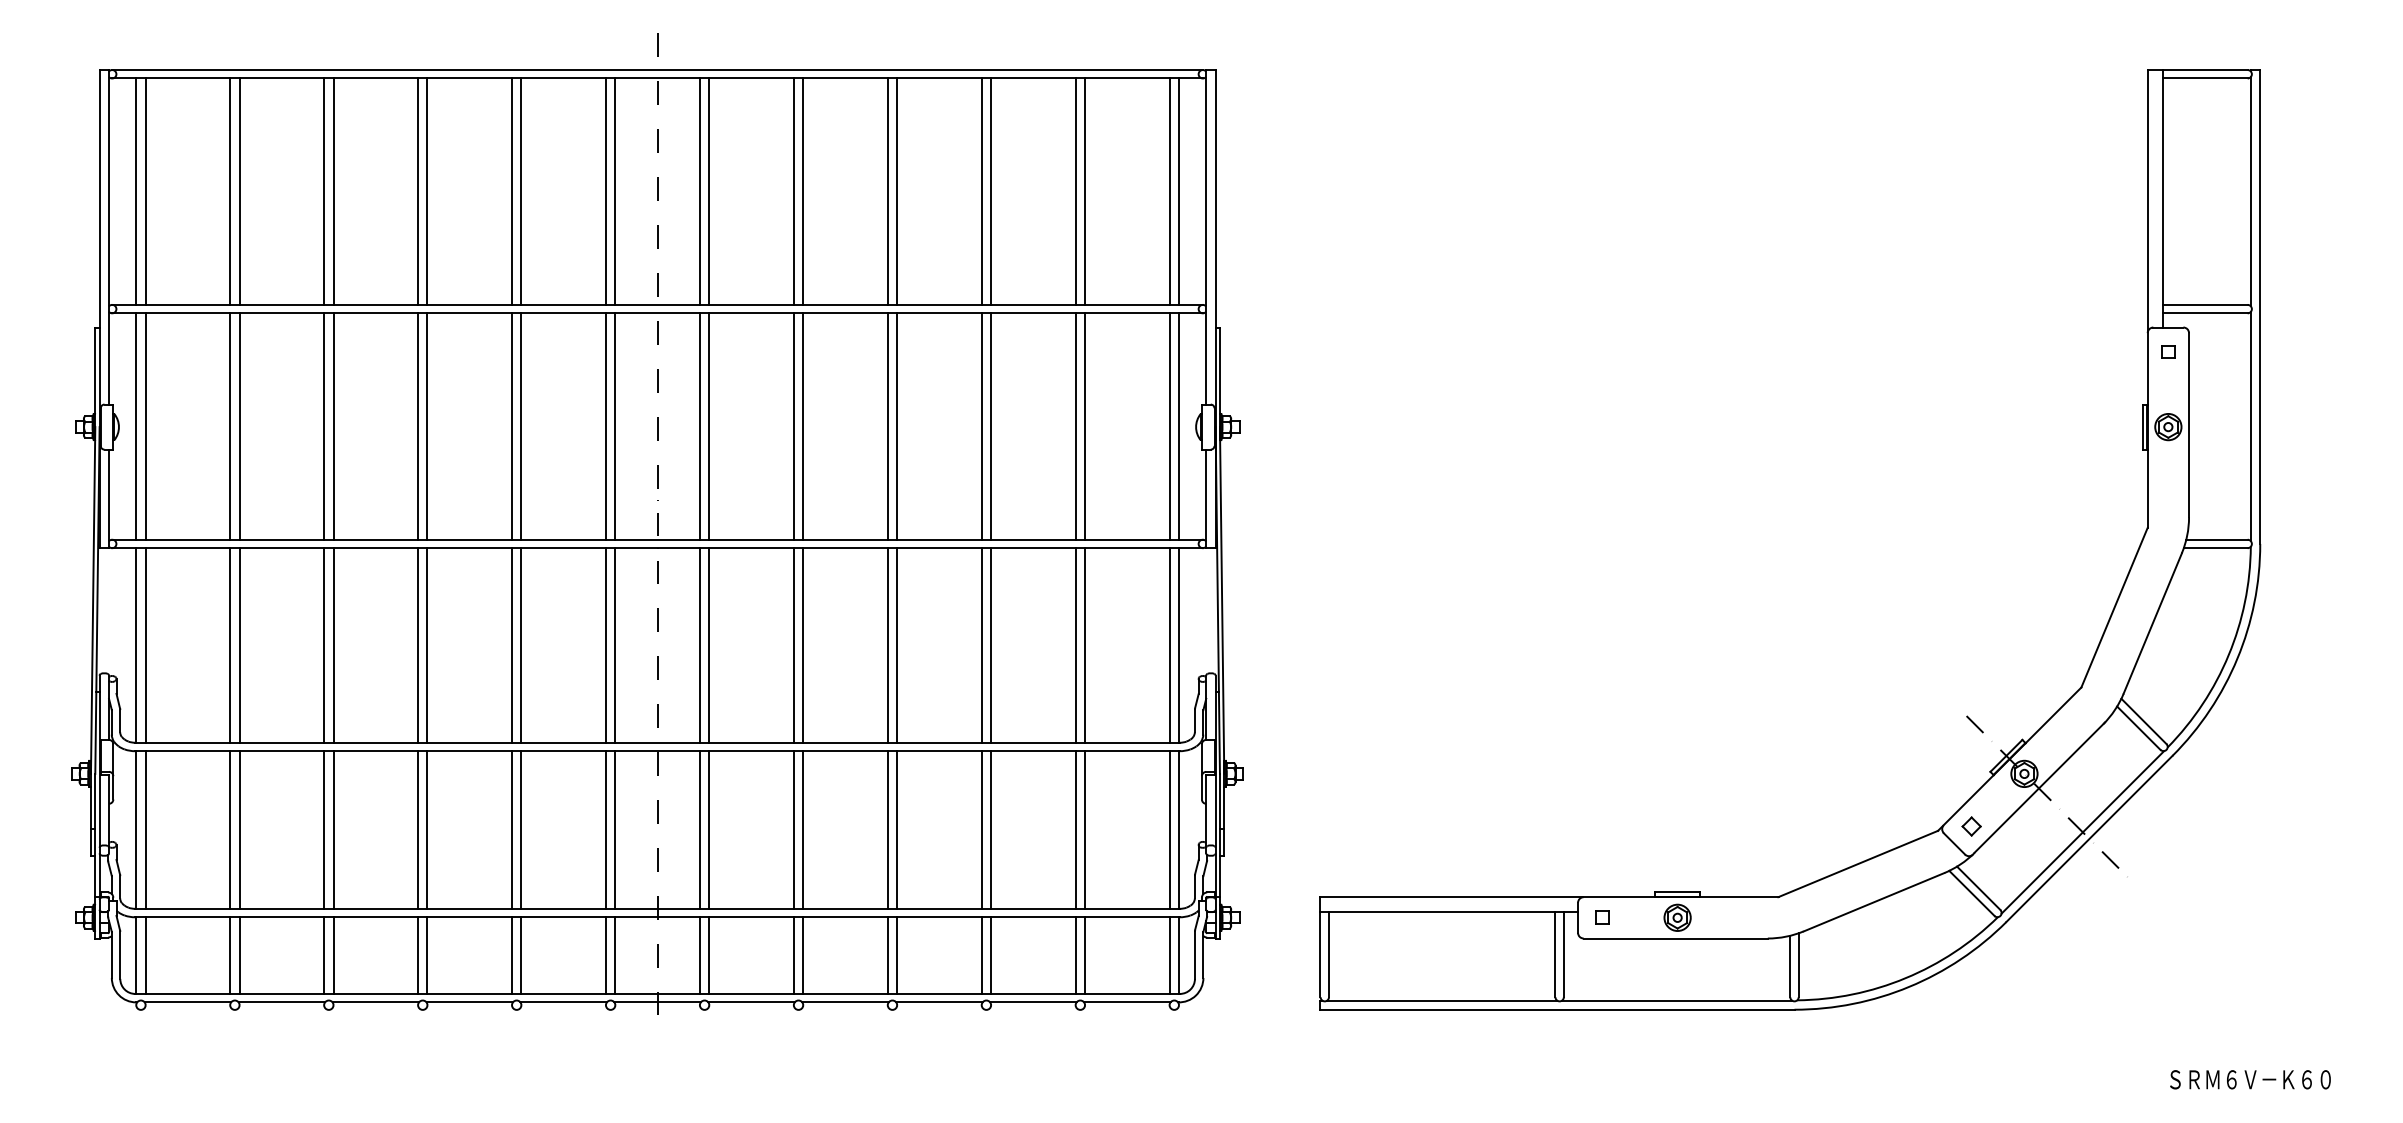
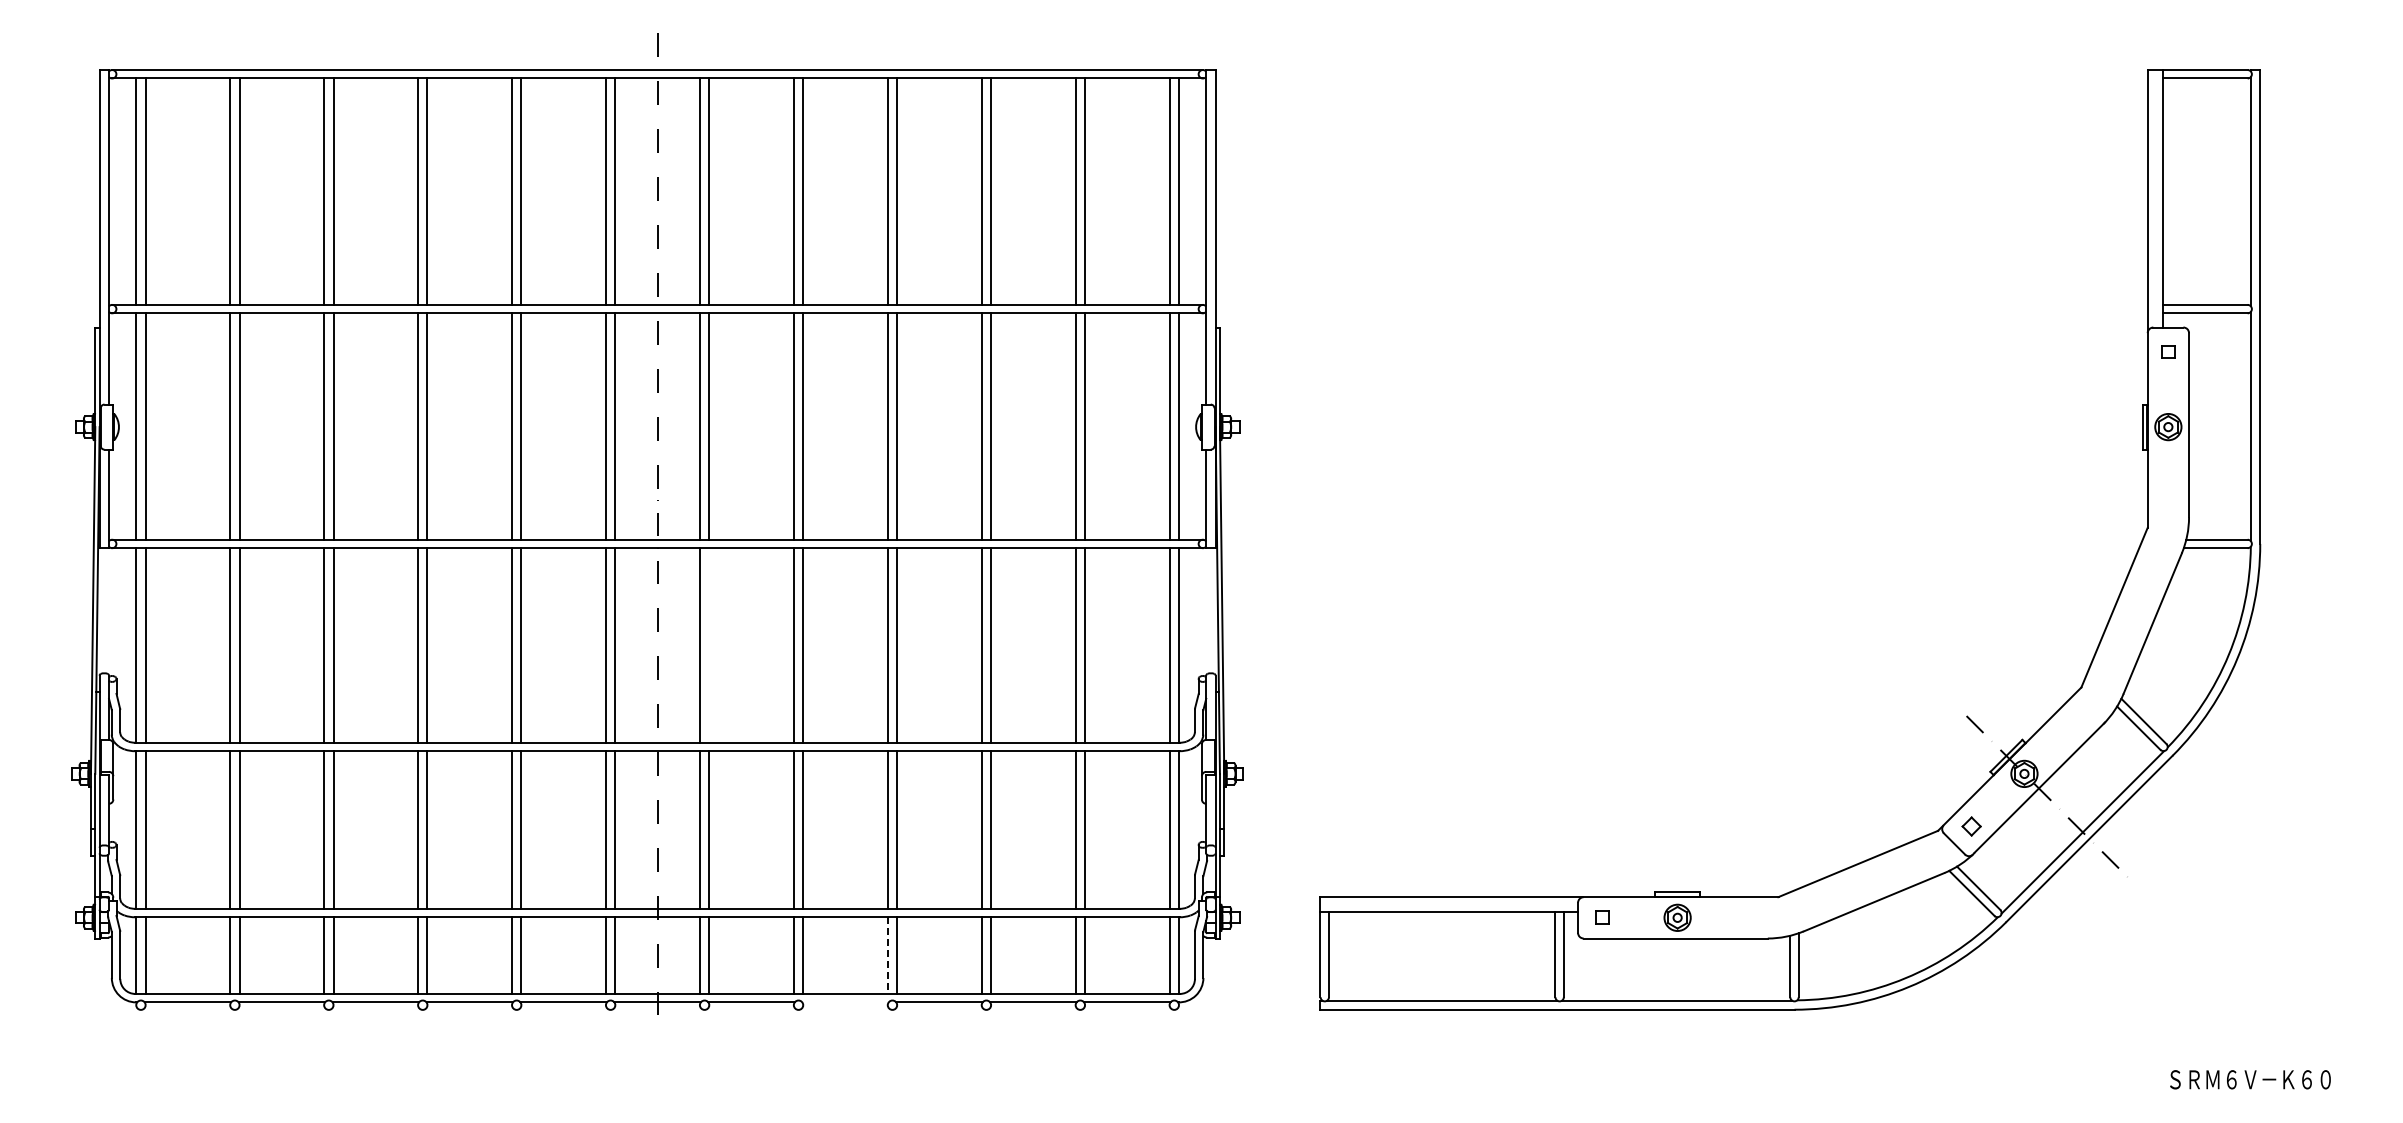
line at (709, 645): present -> none
line at (887, 956): solid -> dashed
line at (845, 1002): present -> none
